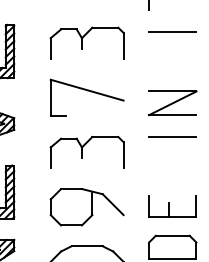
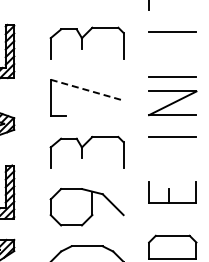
line at (172, 76): none -> present
line at (87, 90): solid -> dashed
part at (172, 206) position: (172, 206) -> (172, 192)
